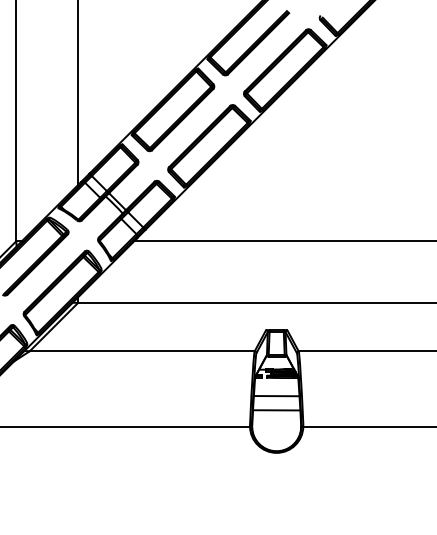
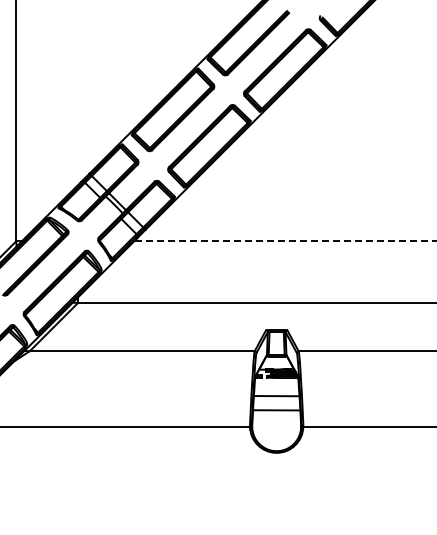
line at (78, 93): present -> none
line at (285, 241): solid -> dashed
